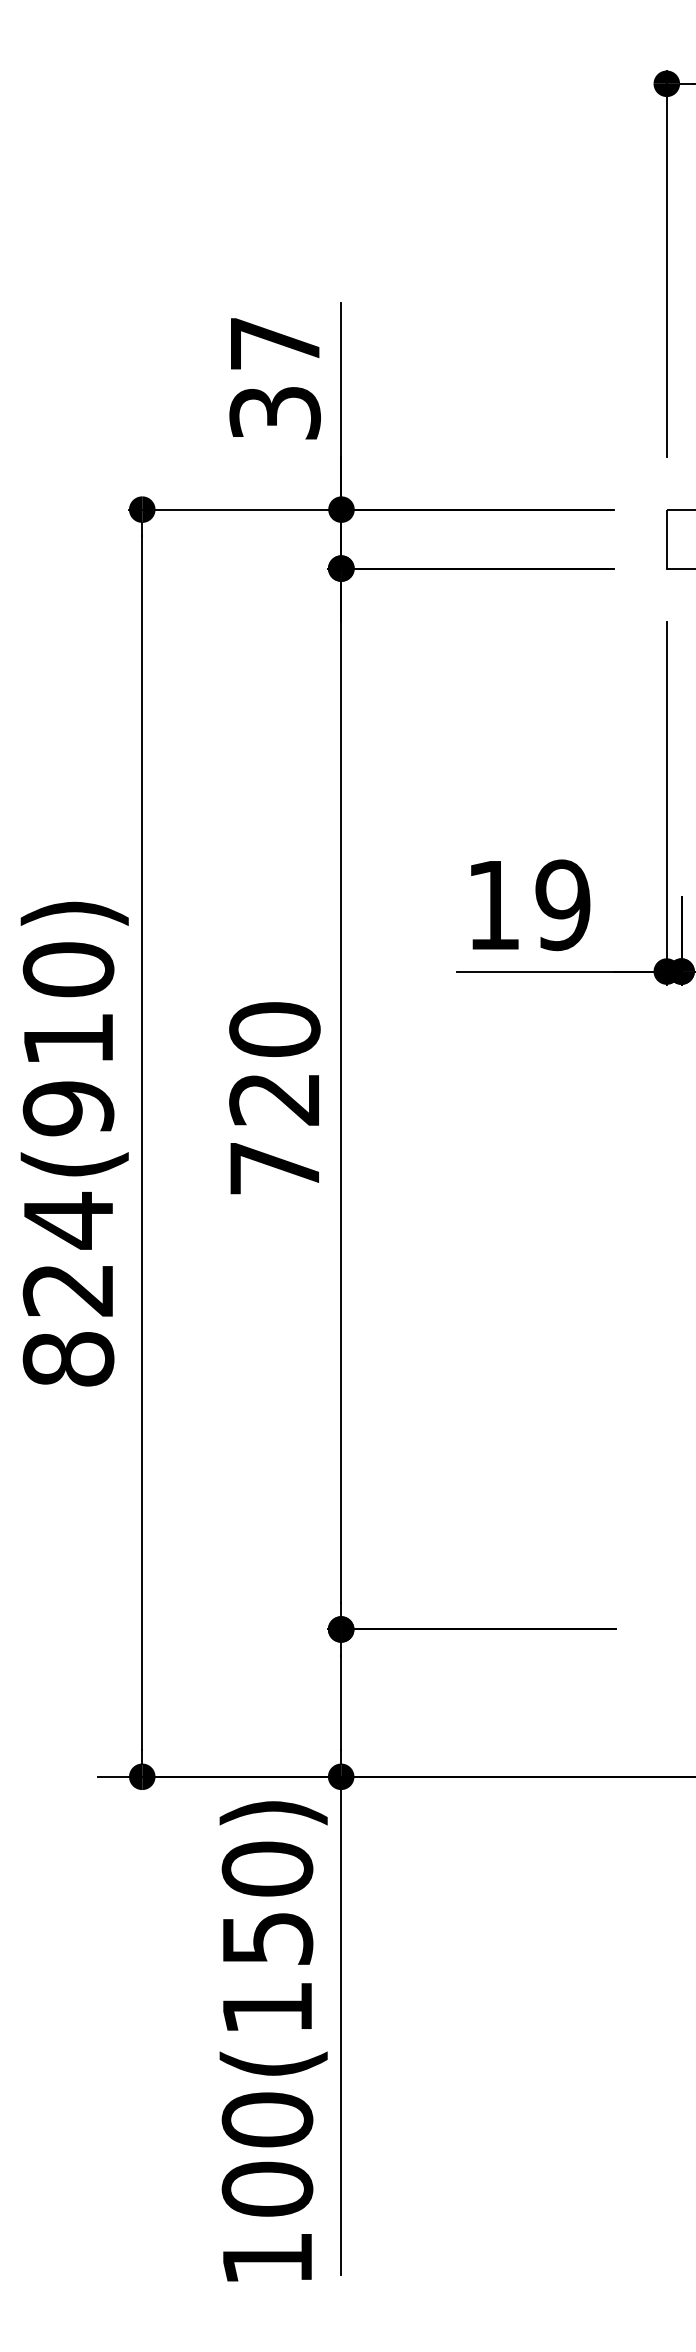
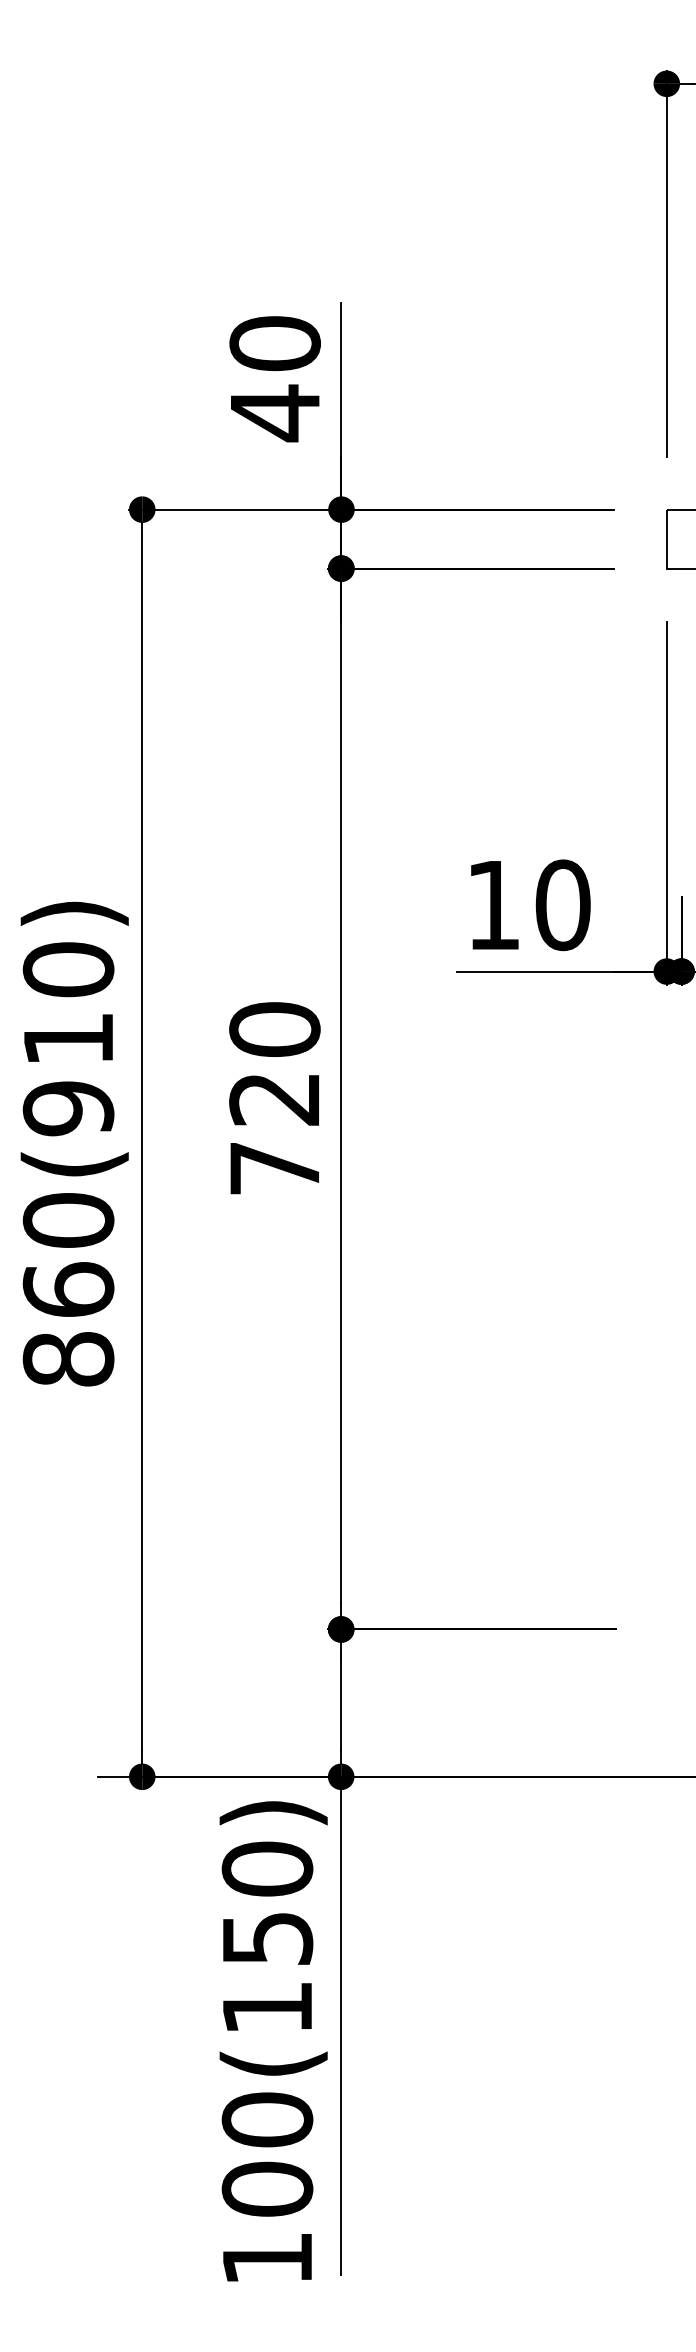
text at (274, 379): 37 -> 40
text at (562, 905): 19 -> 10
text at (68, 1253): 824(910) -> 860(910)
